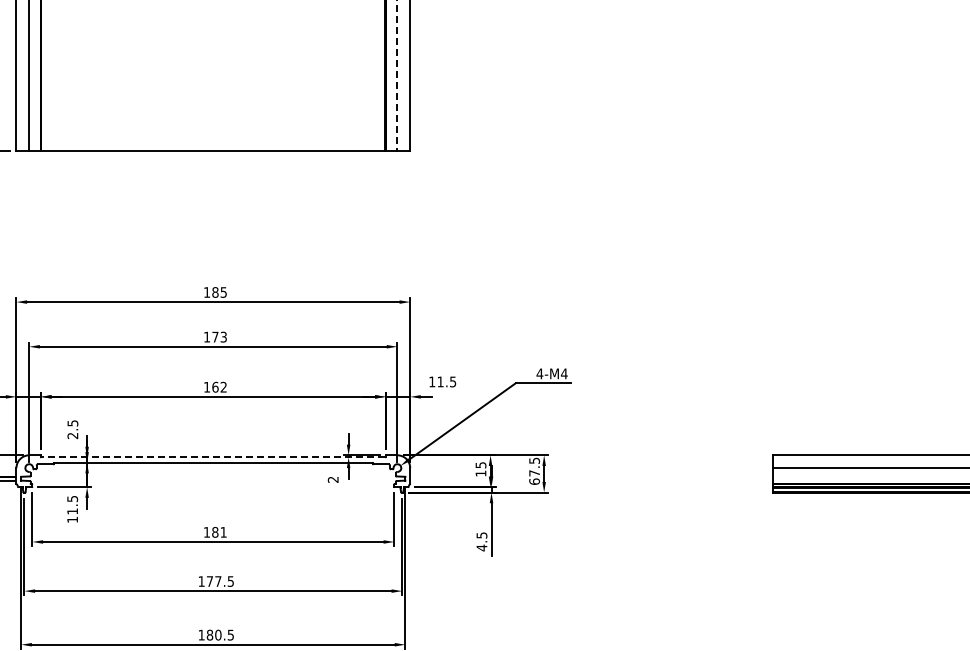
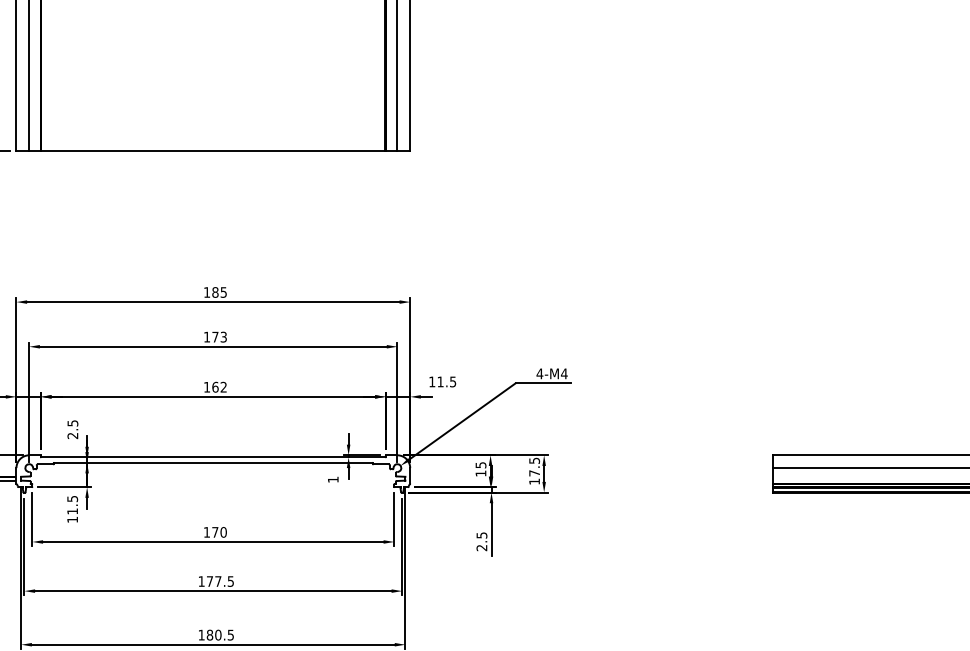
line at (397, 75): dashed -> solid
line at (213, 457): dashed -> solid
text at (332, 479): 2 -> 1
text at (534, 481): 67.5 -> 17.5
text at (219, 532): 181 -> 170
text at (481, 547): 4.5 -> 2.5
